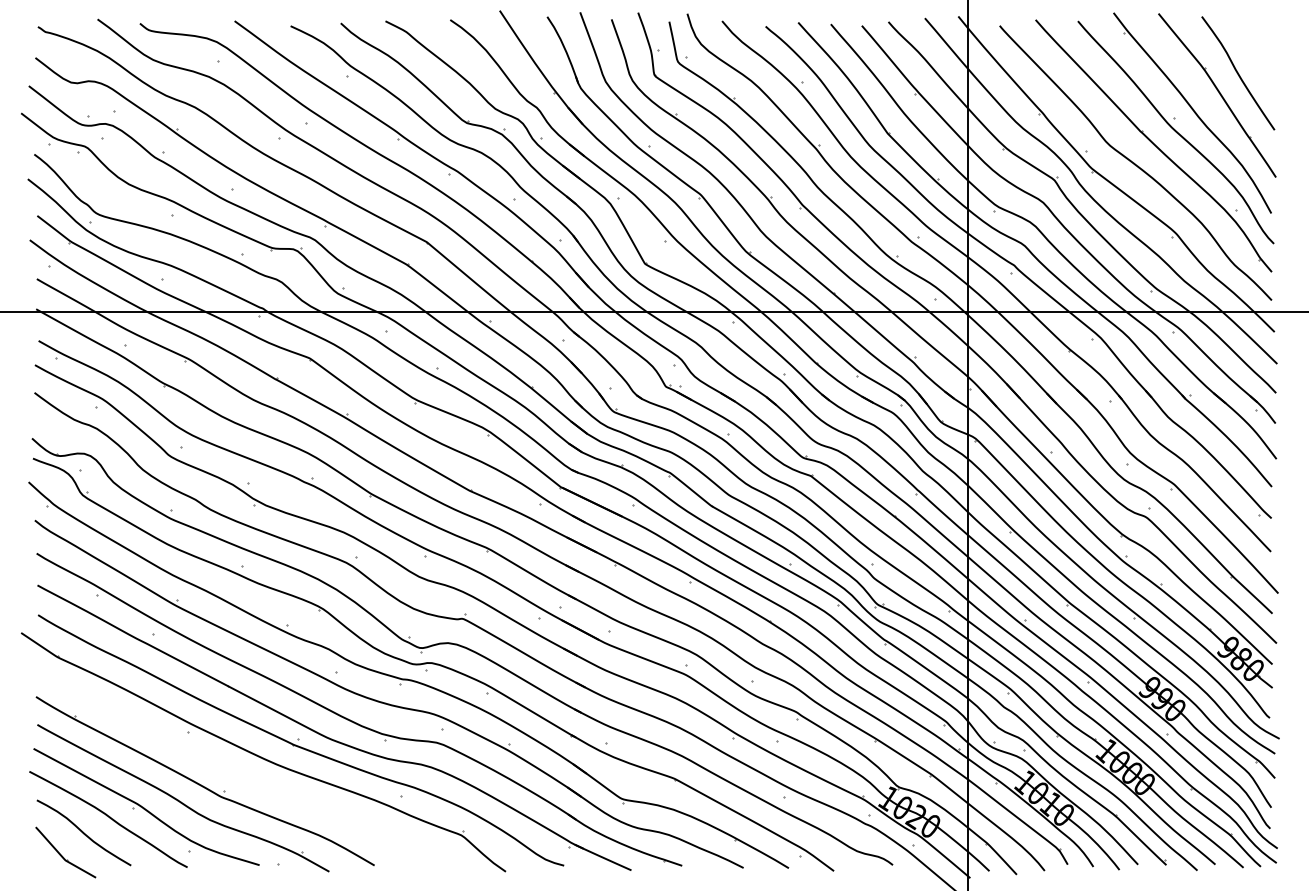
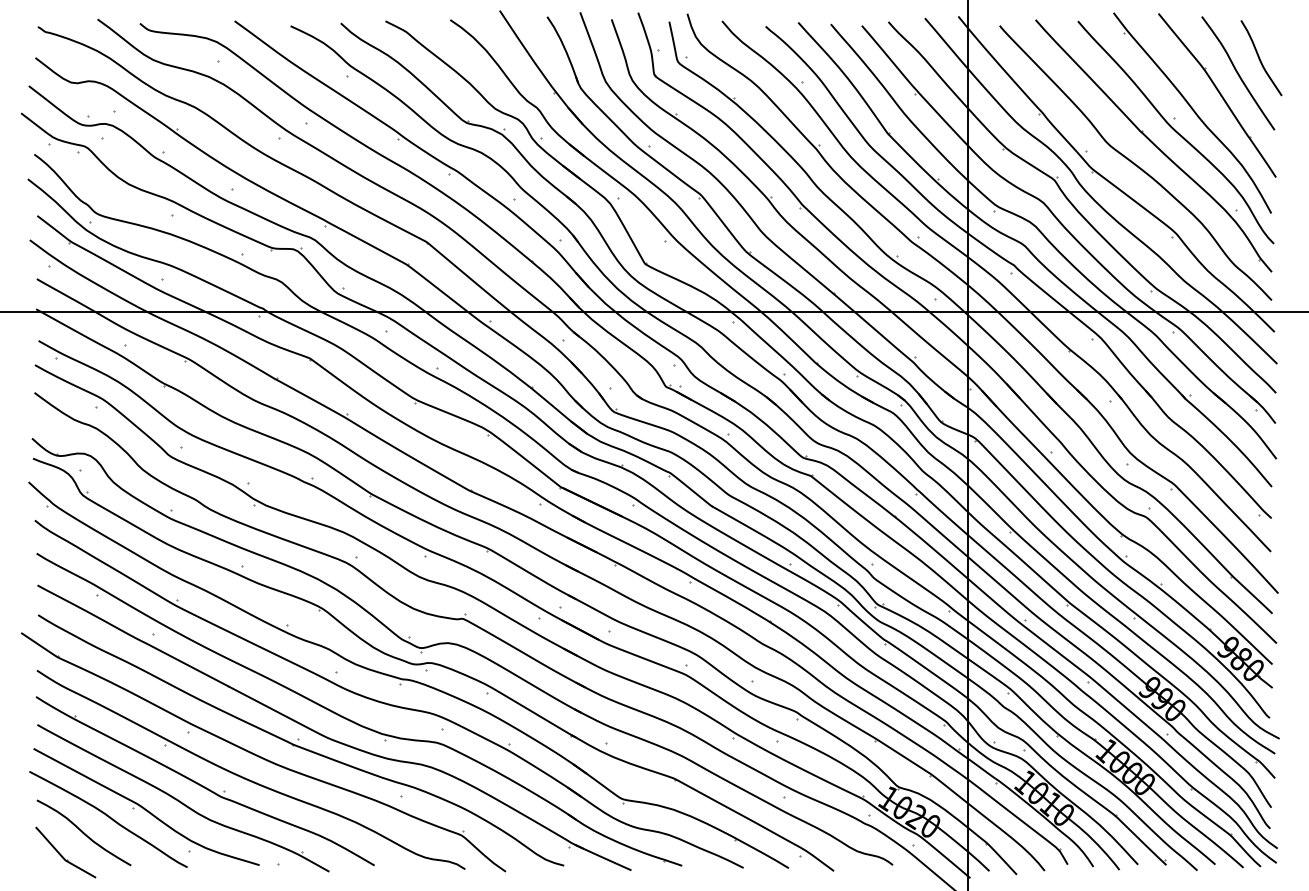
curve at (1260, 58): none -> present
part at (245, 777): none -> present
